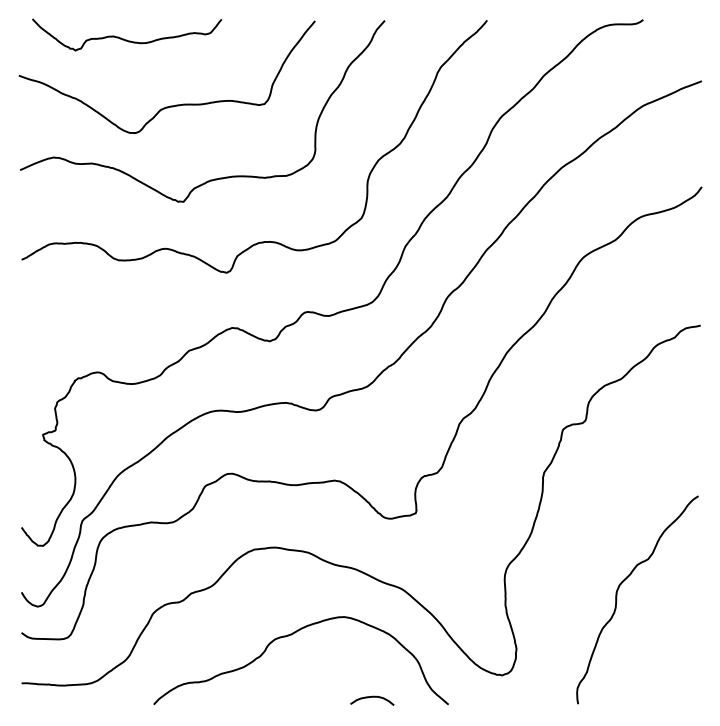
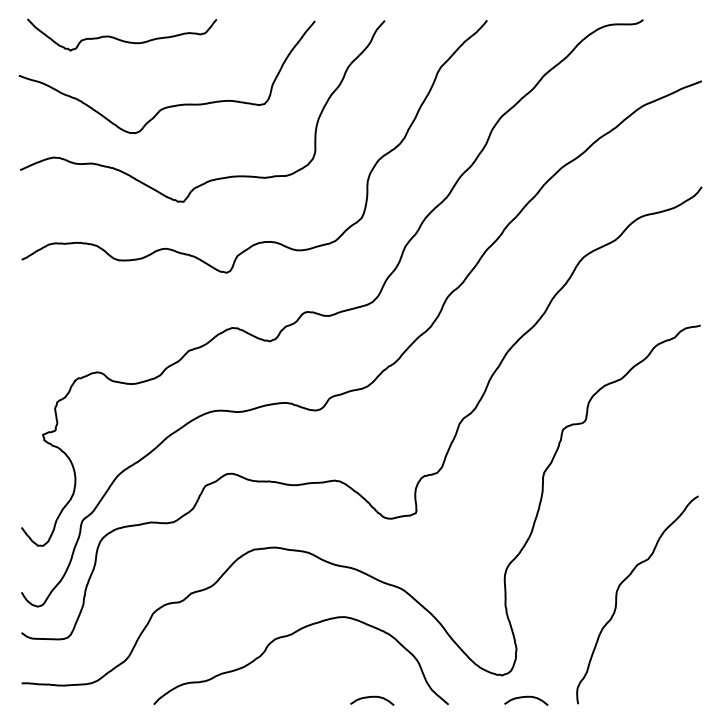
curve at (126, 39) position: (126, 39) -> (121, 39)
curve at (526, 697): none -> present
